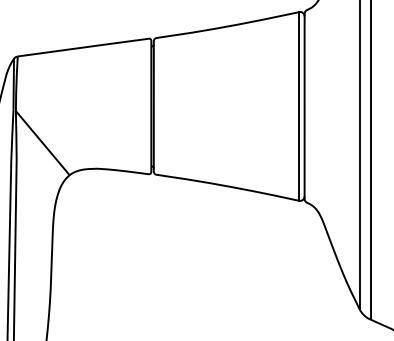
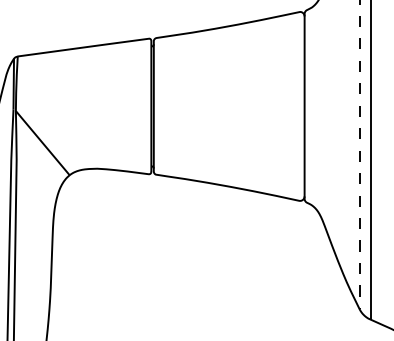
line at (299, 106): present -> none
line at (359, 154): solid -> dashed
